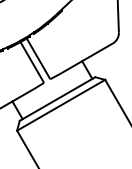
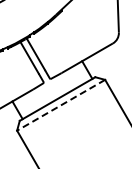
line at (61, 105): solid -> dashed
